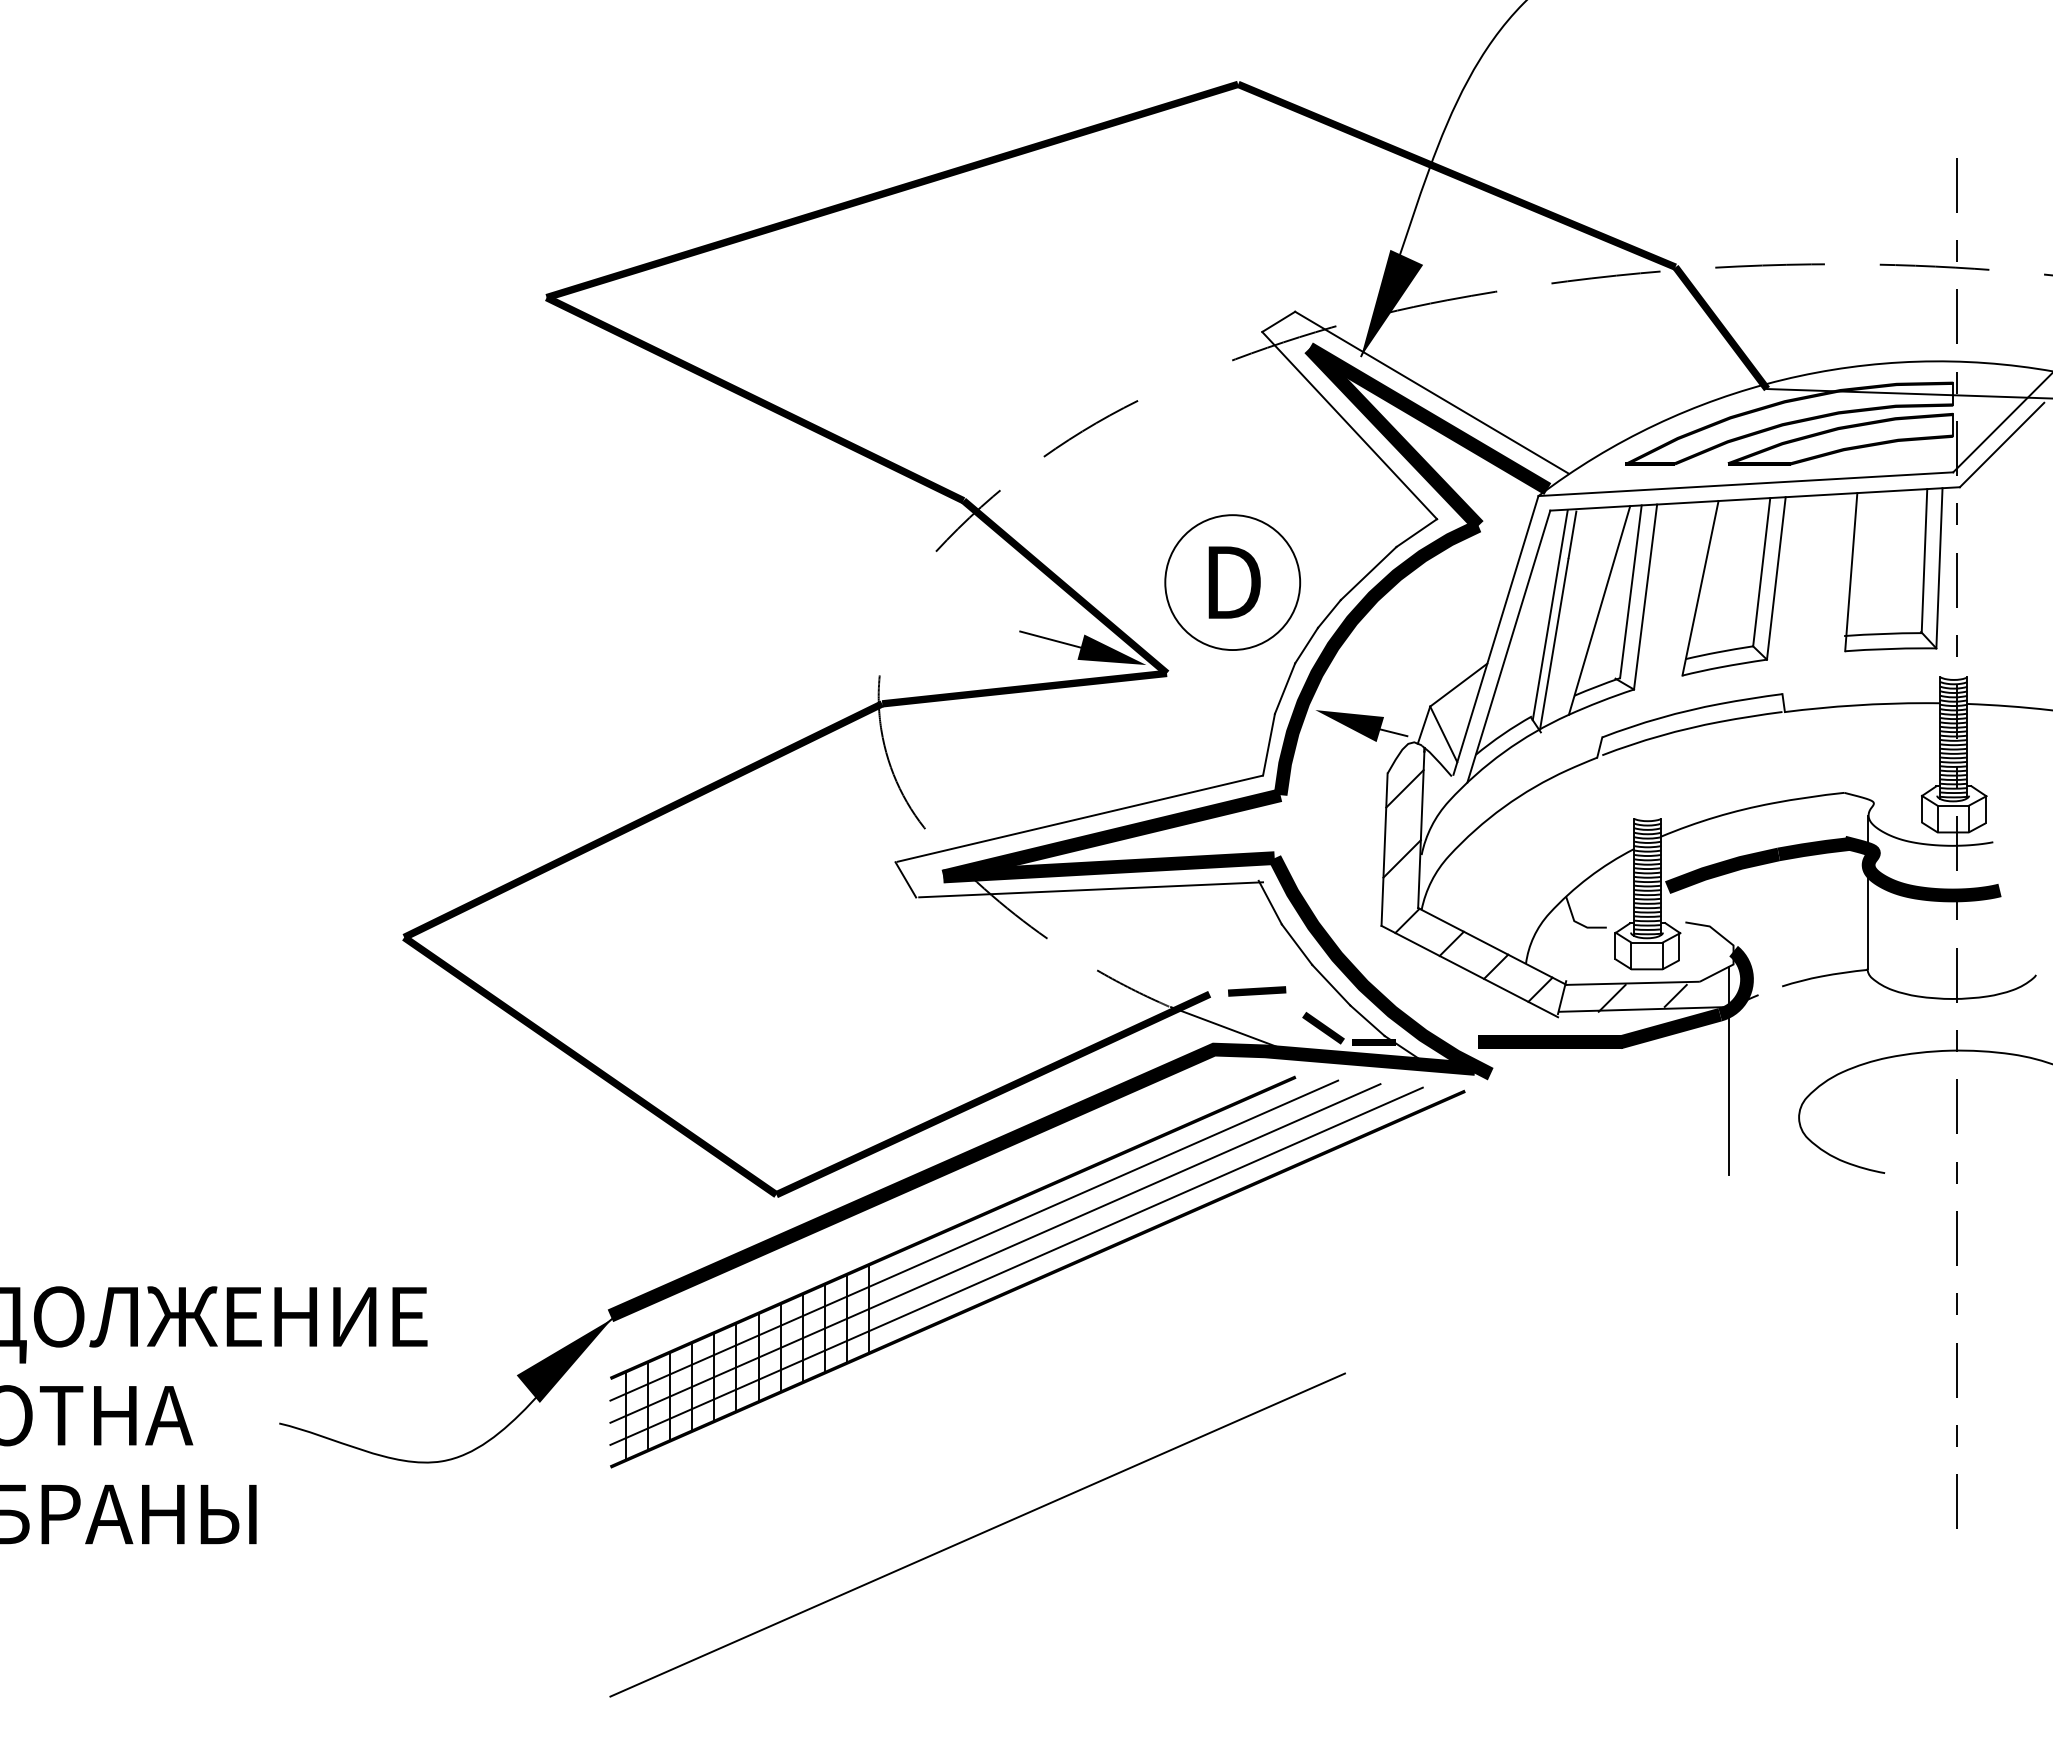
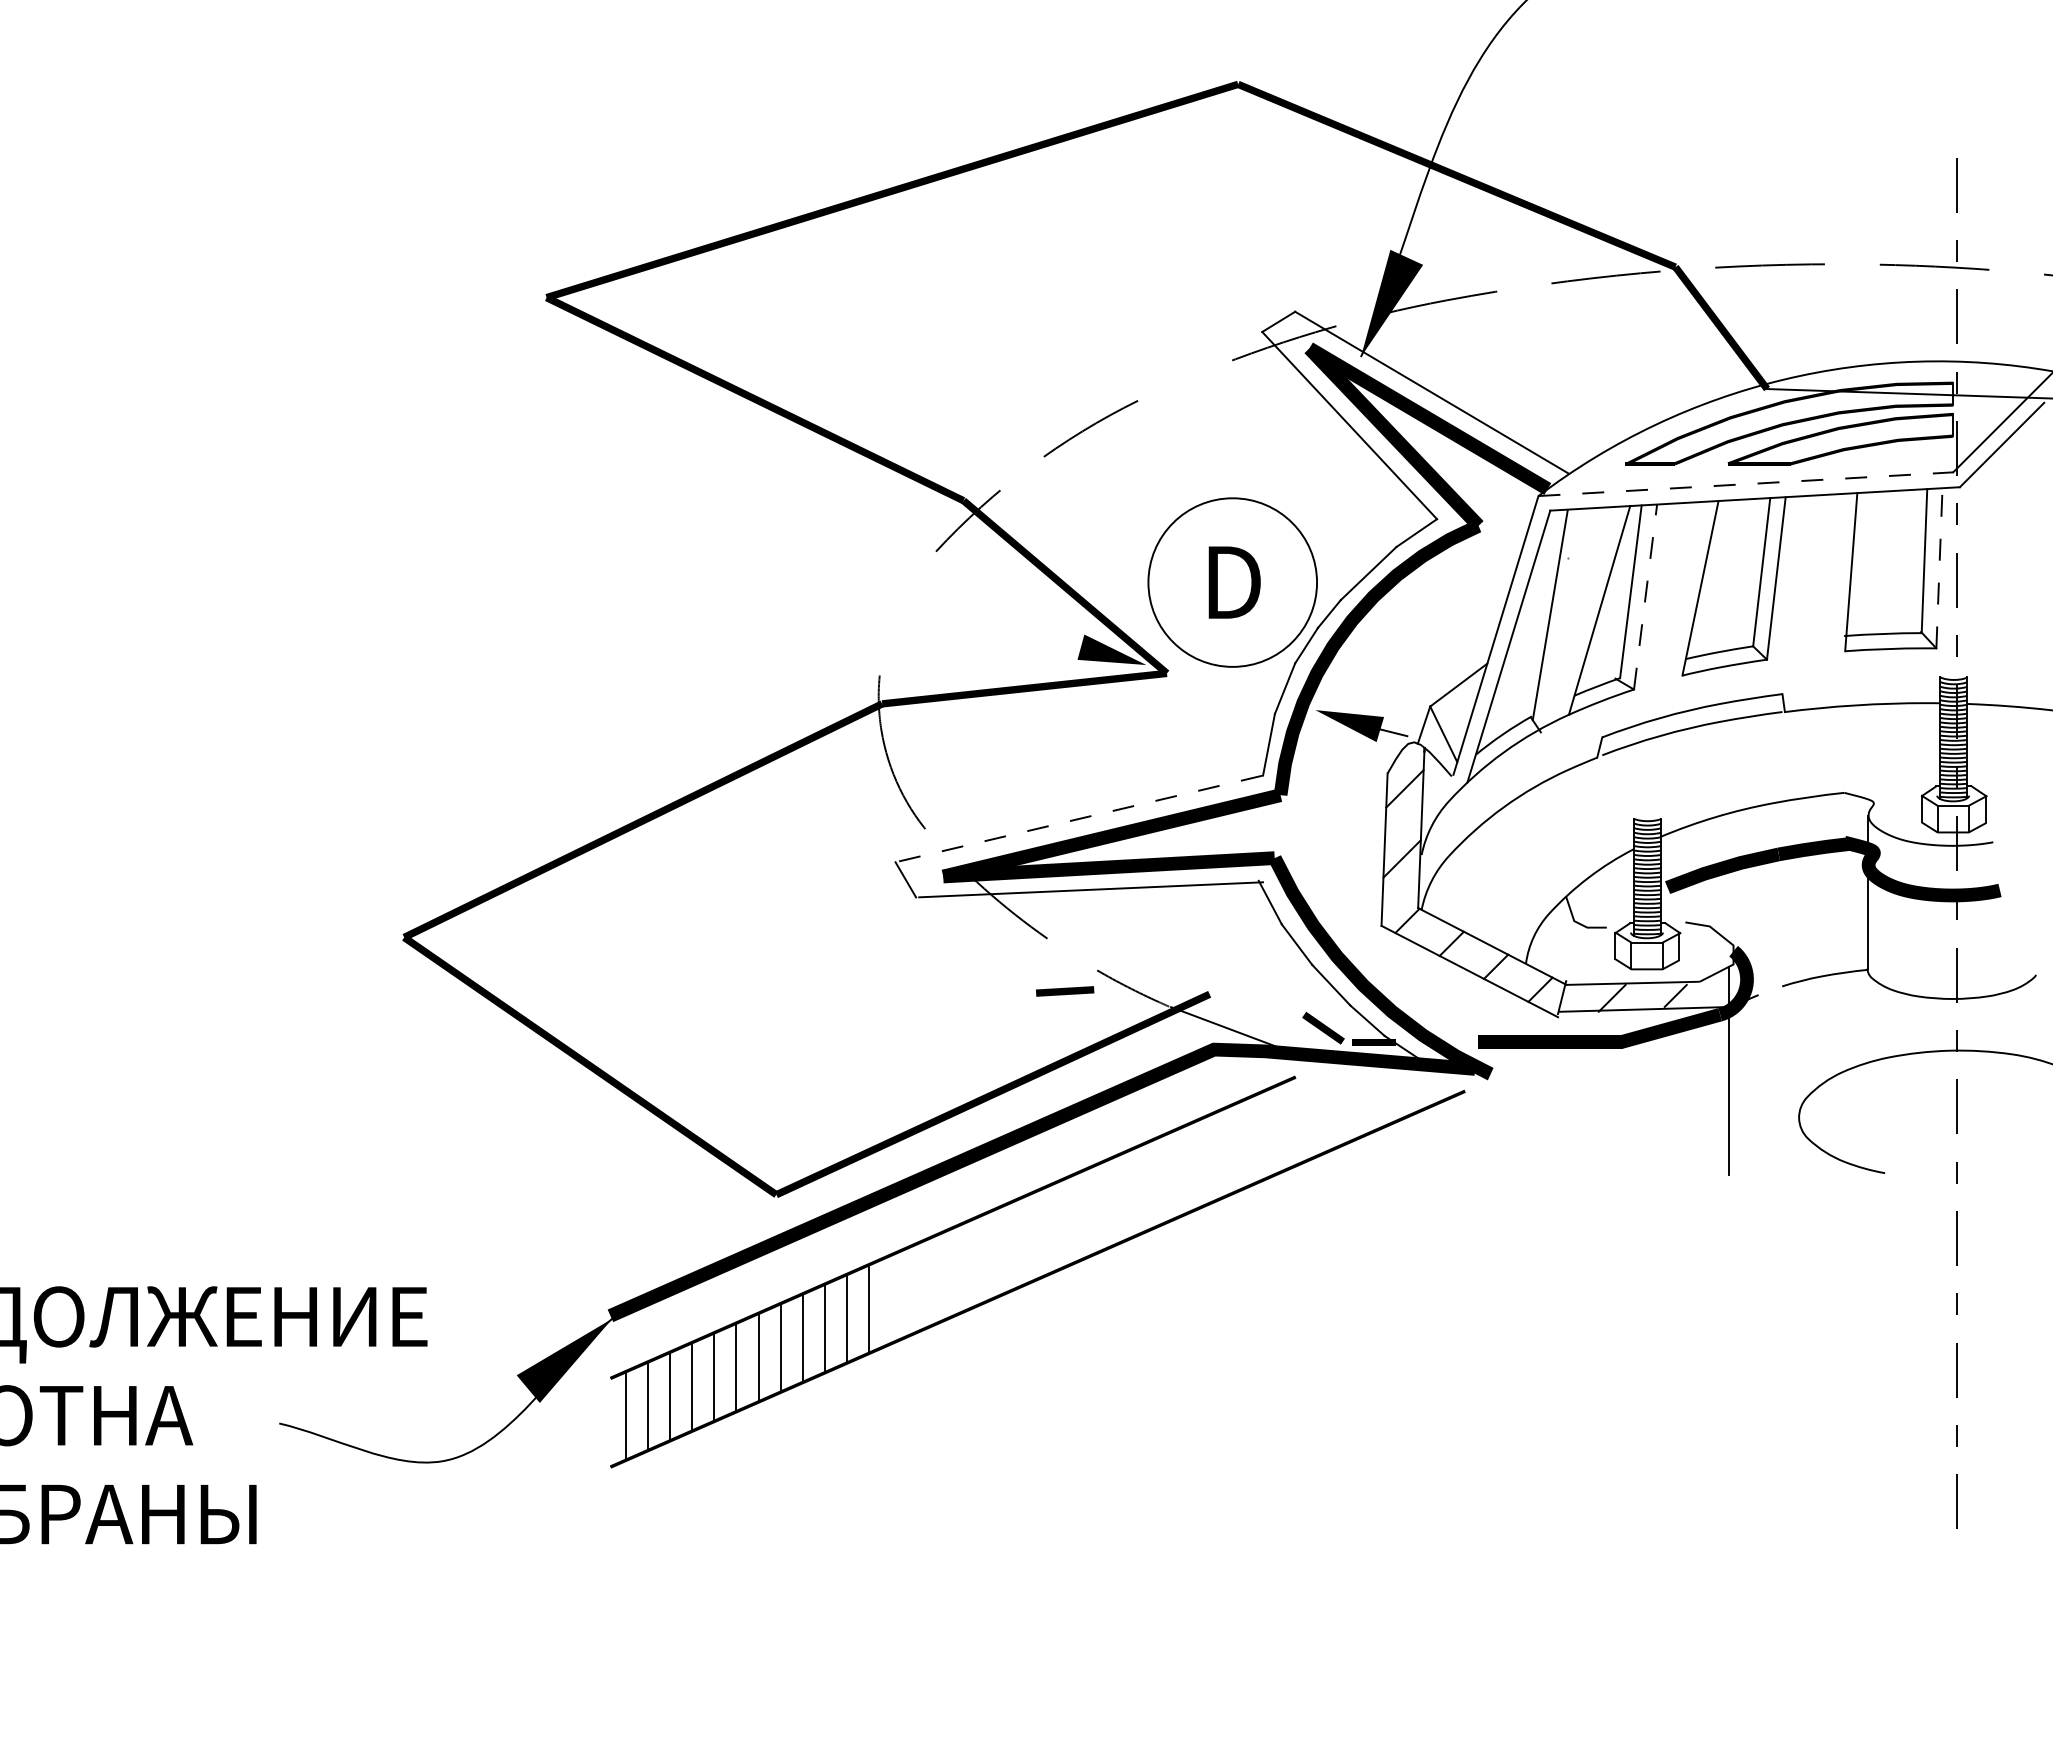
line at (1745, 484): solid -> dashed
line at (1939, 567): solid -> dashed
circle at (1232, 582) diameter: 135 px -> 169 px
line at (1645, 596): solid -> dashed
line at (1558, 620): present -> none
line at (1050, 639): present -> none
line at (1079, 818): solid -> dashed
line at (1257, 991) position: (1257, 991) -> (1065, 991)
line at (974, 1240): present -> none
line at (995, 1253): present -> none
line at (1016, 1265): present -> none
line at (977, 1534): present -> none
